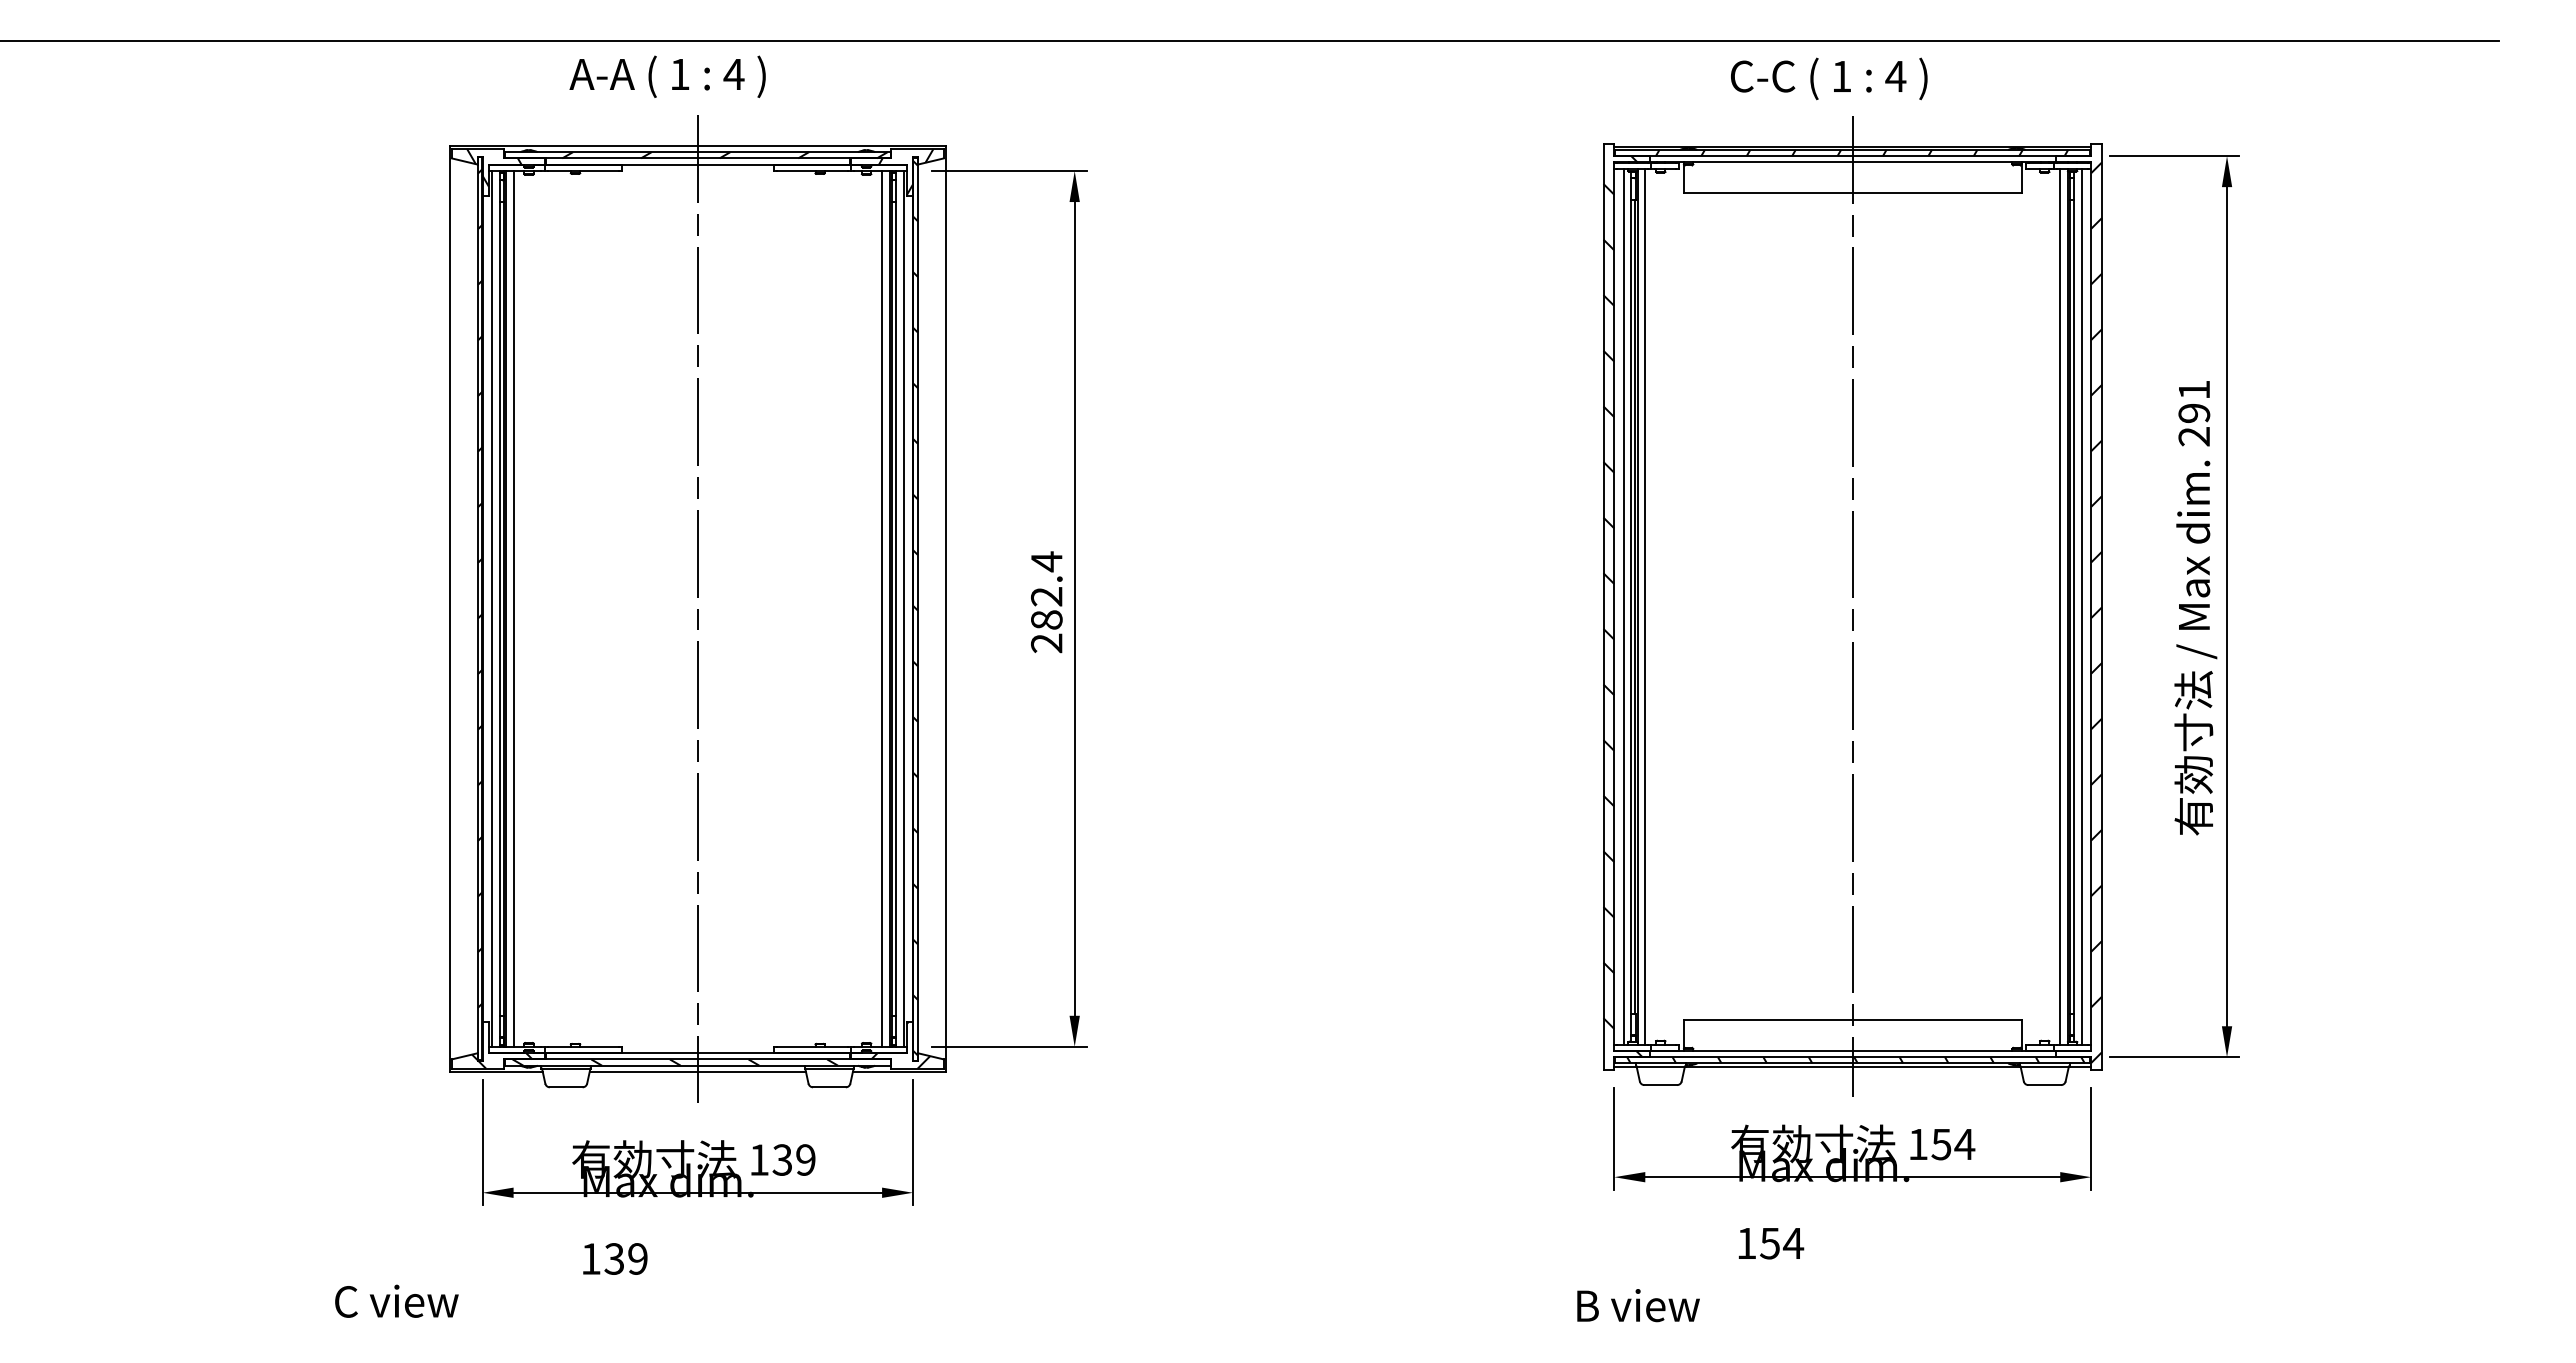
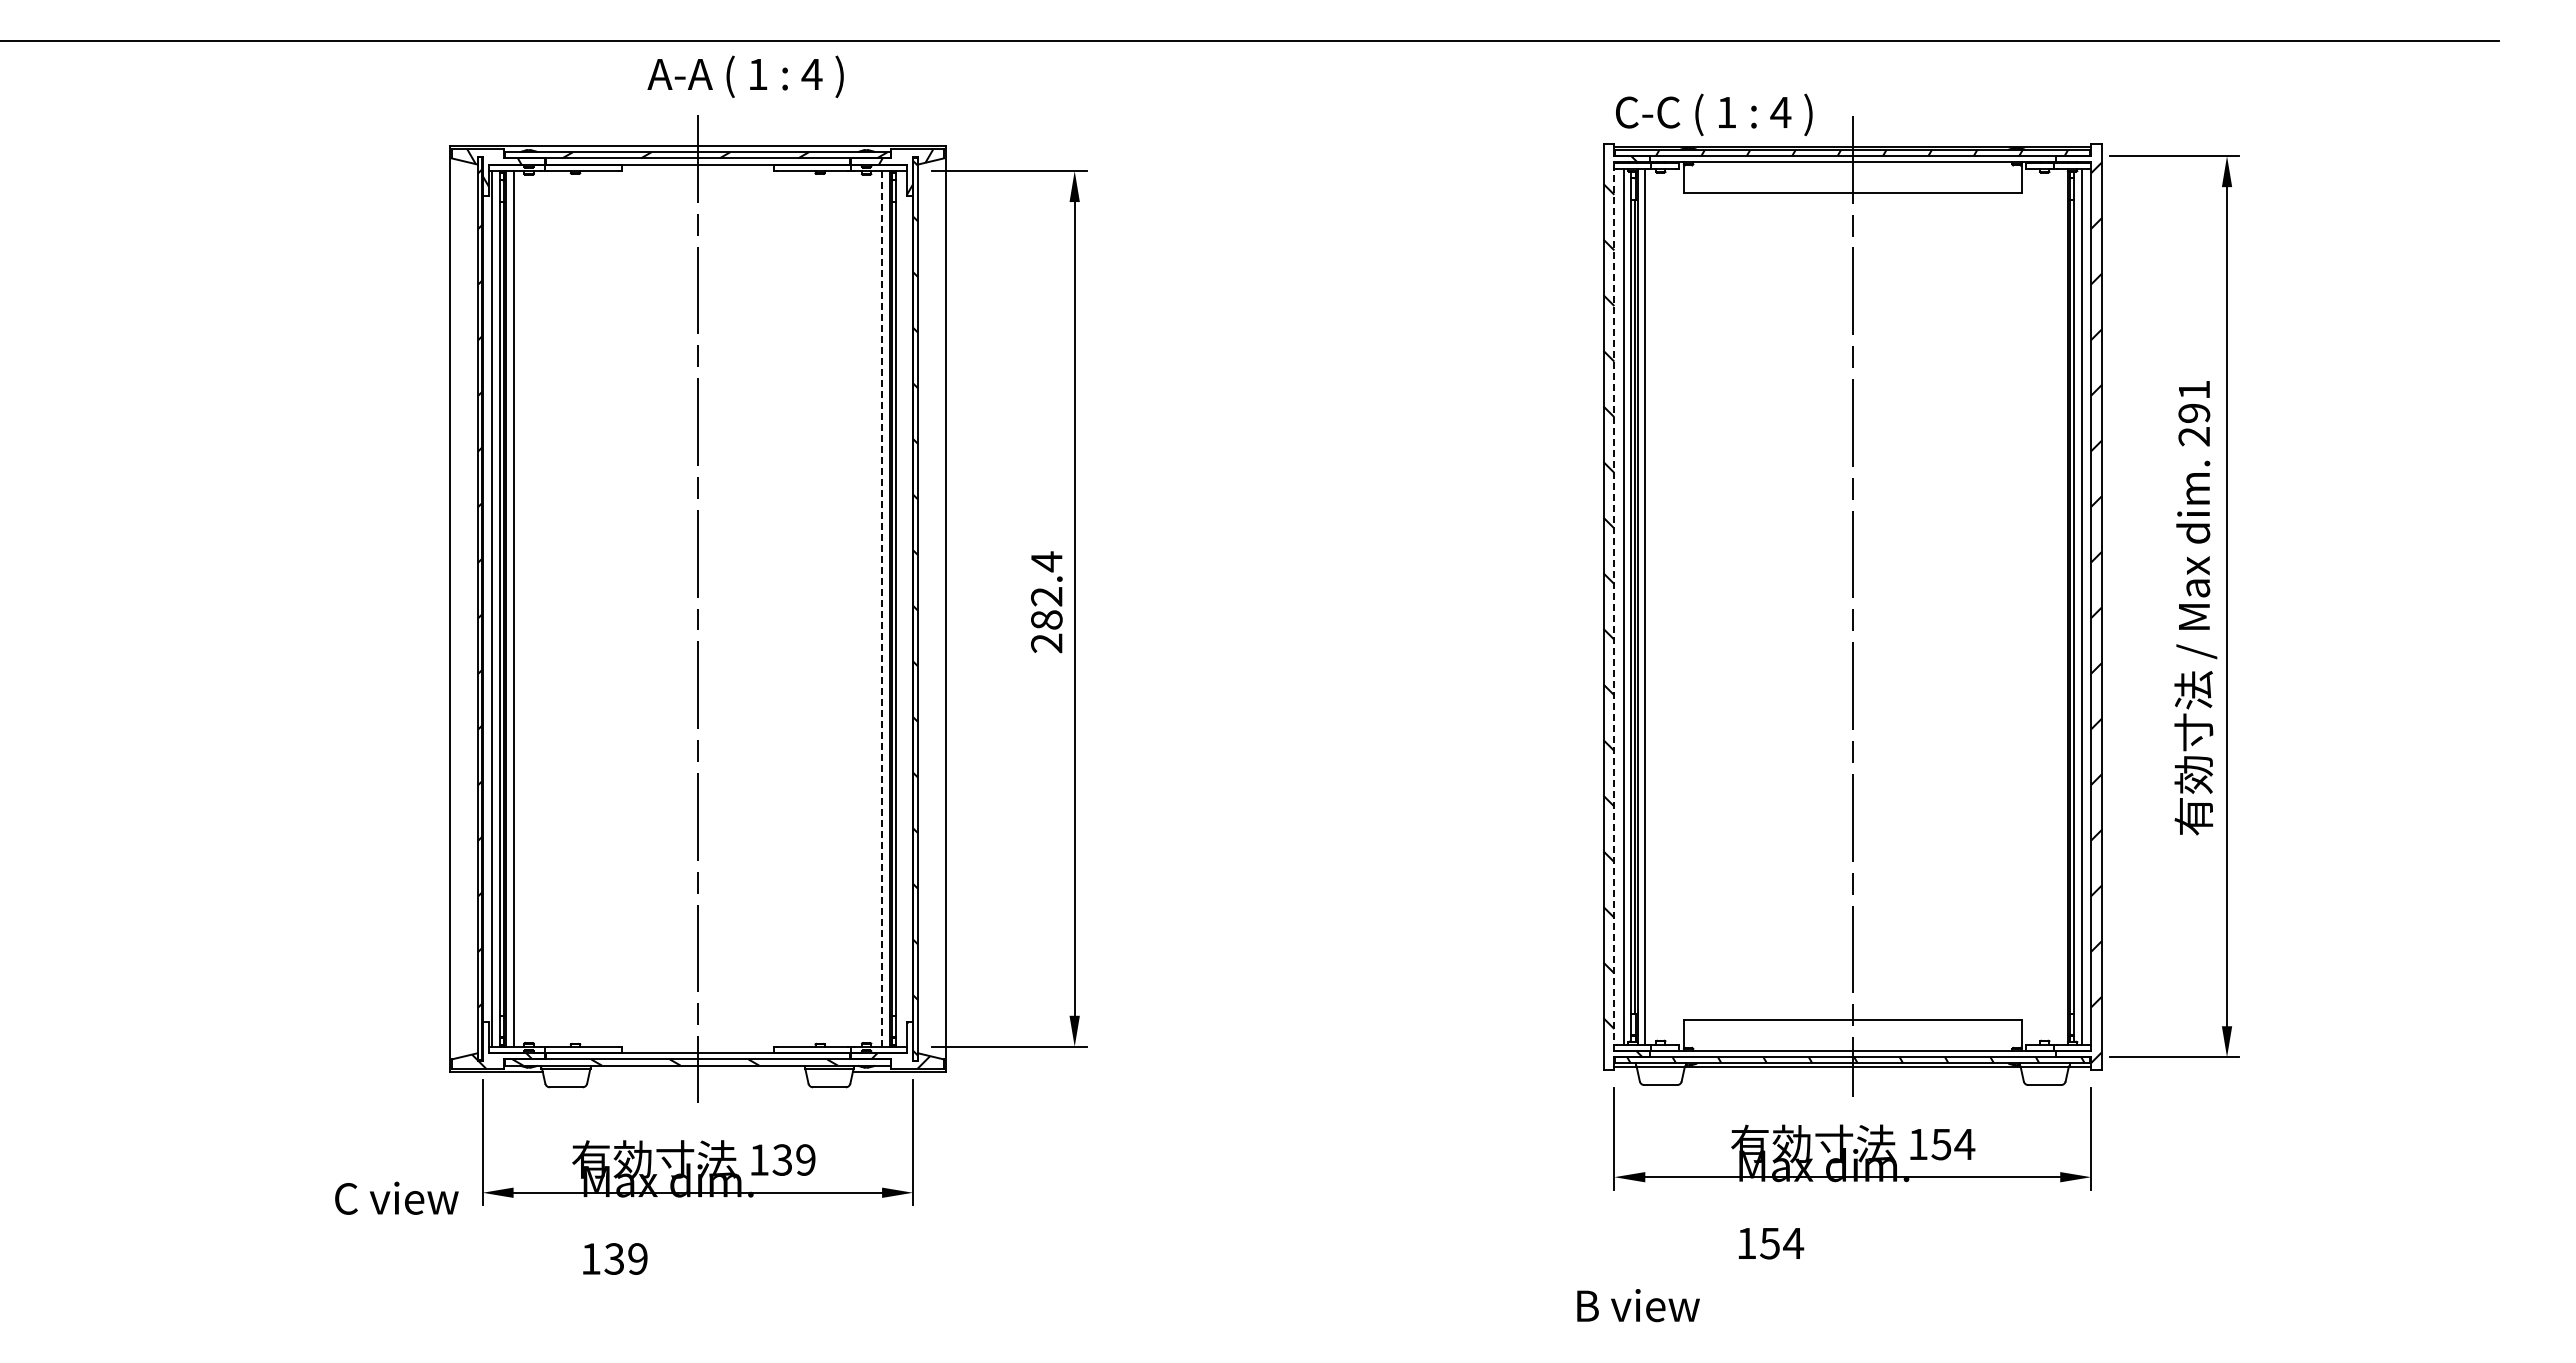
text at (667, 76) position: (667, 76) -> (745, 76)
text at (1829, 78) position: (1829, 78) -> (1714, 114)
line at (1614, 606): solid -> dashed
line at (2060, 606): present -> none
line at (882, 608): solid -> dashed
line at (903, 608): present -> none
line at (697, 1071): present -> none
text at (396, 1300) position: (396, 1300) -> (396, 1197)
